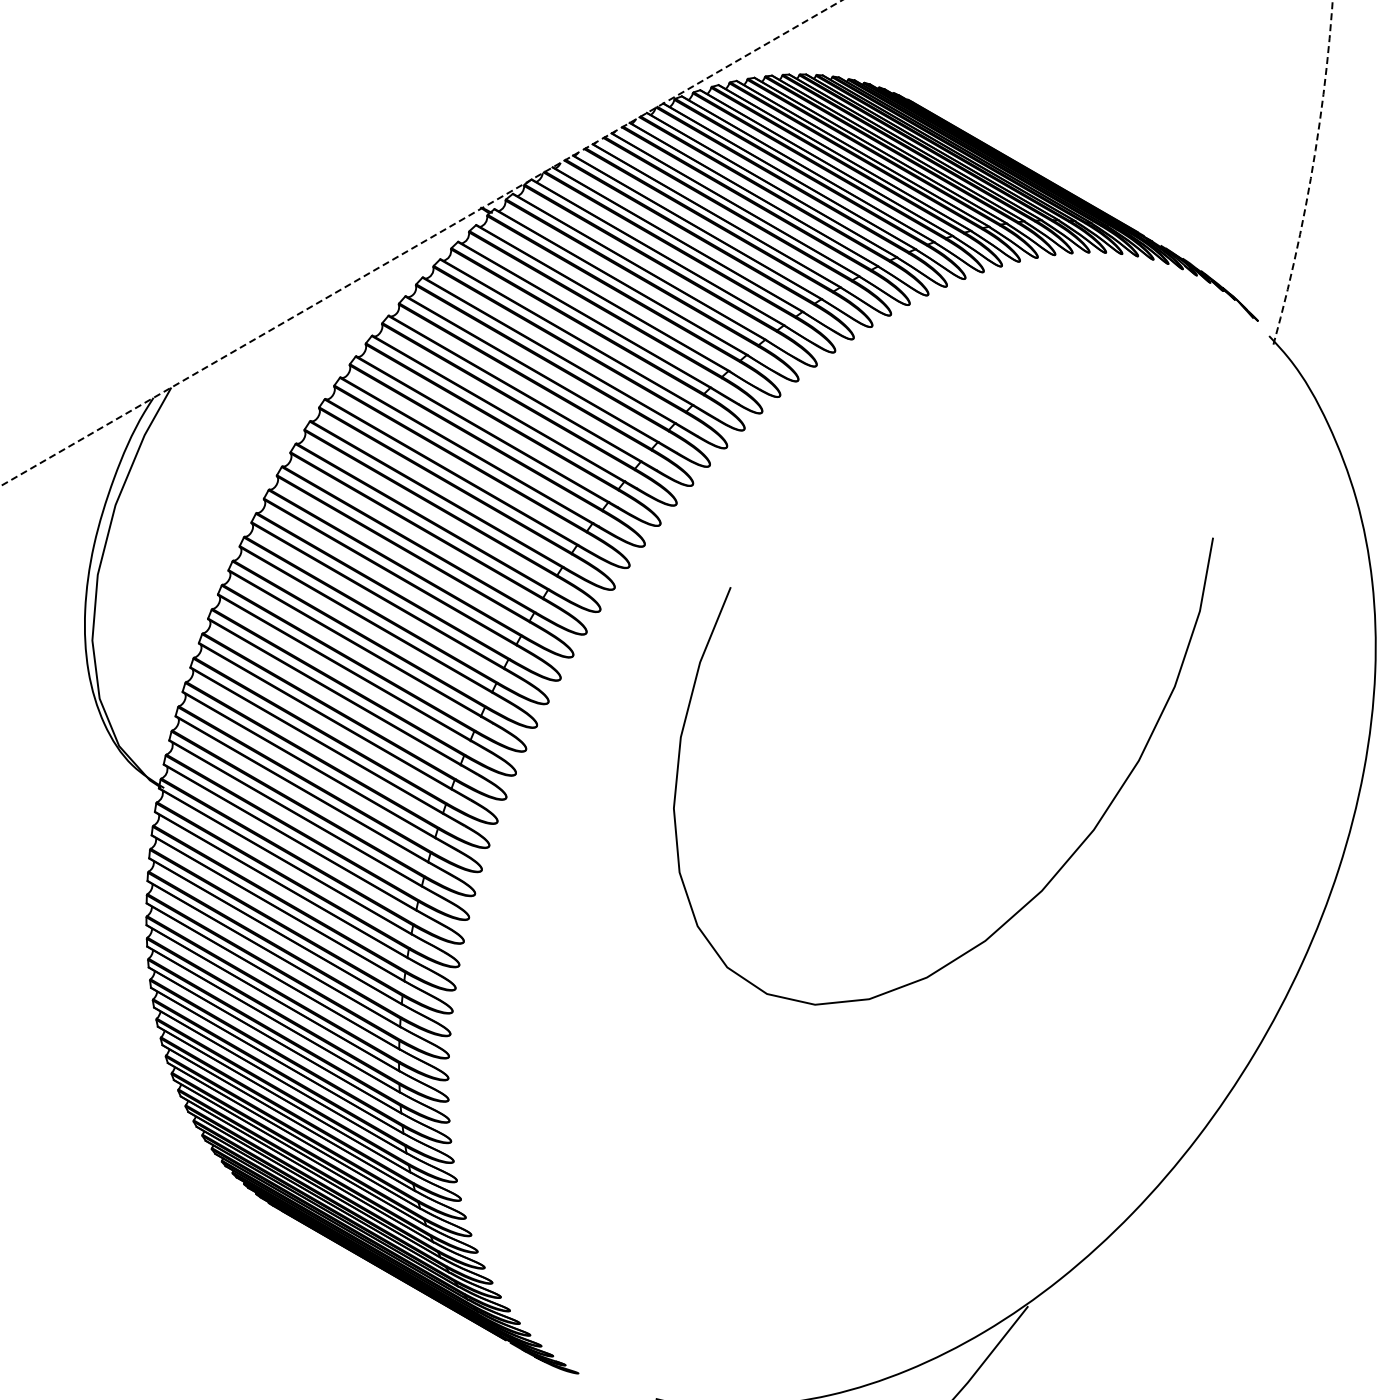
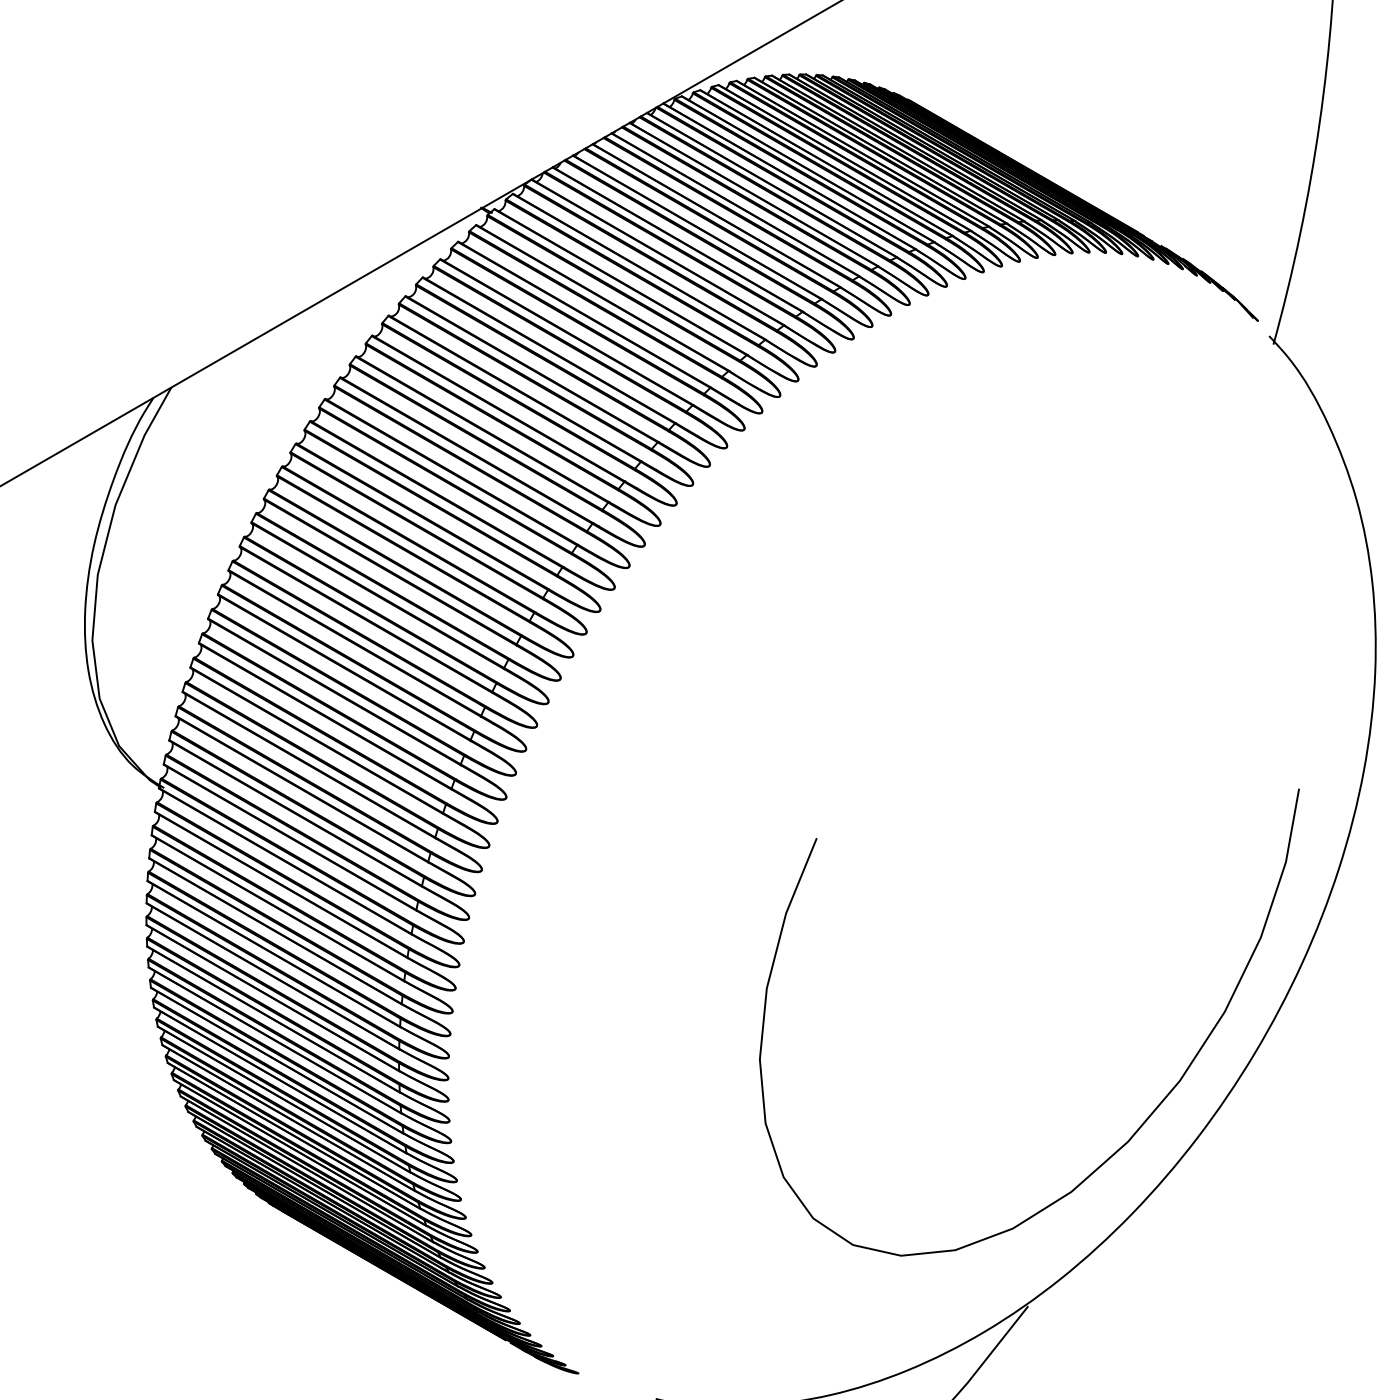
arc at (1311, 173): dashed -> solid
line at (421, 243): dashed -> solid
curve at (1058, 869) position: (1058, 869) -> (1144, 1120)
